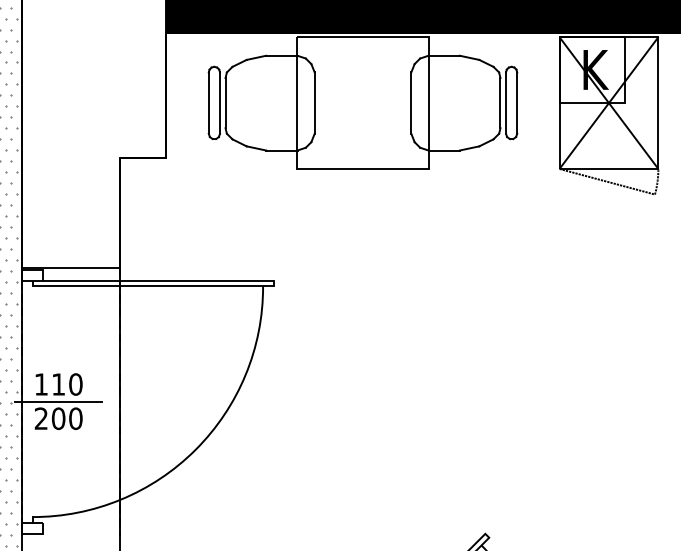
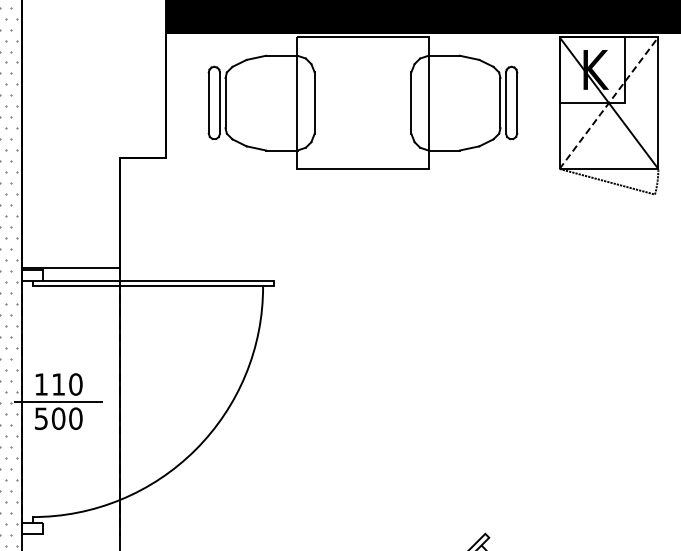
line at (609, 102): solid -> dashed
text at (40, 418): 200 -> 500
